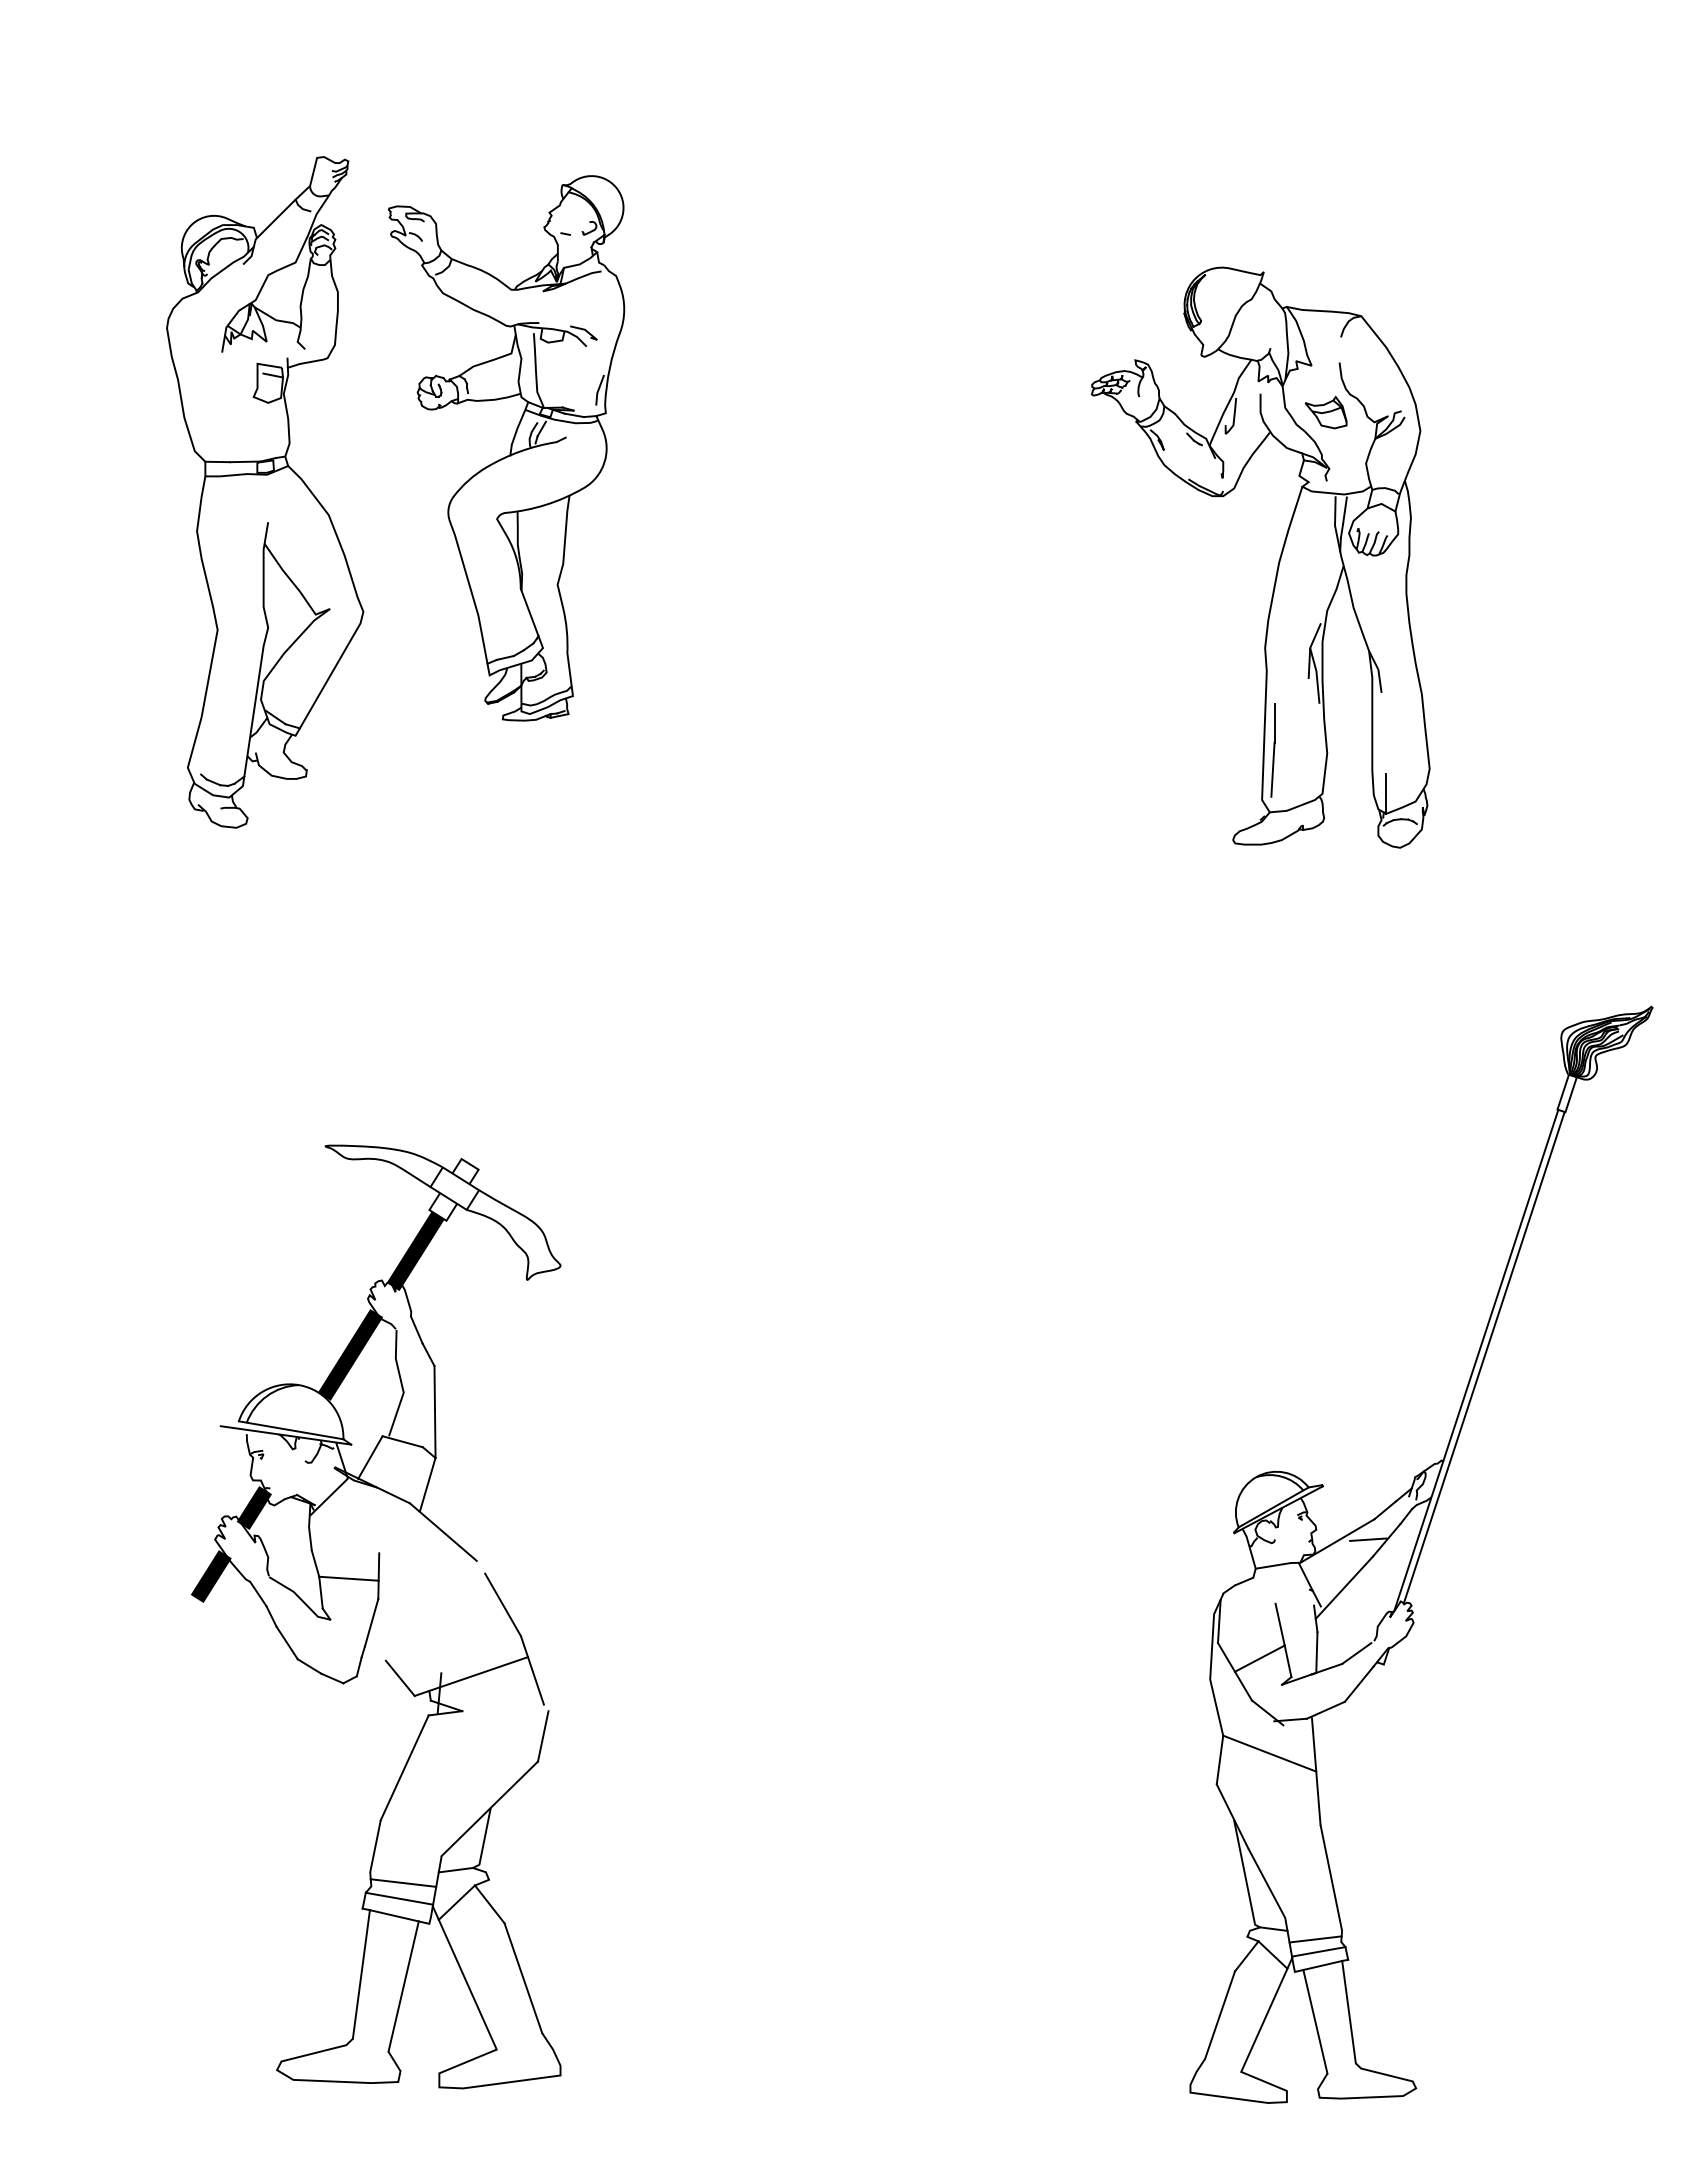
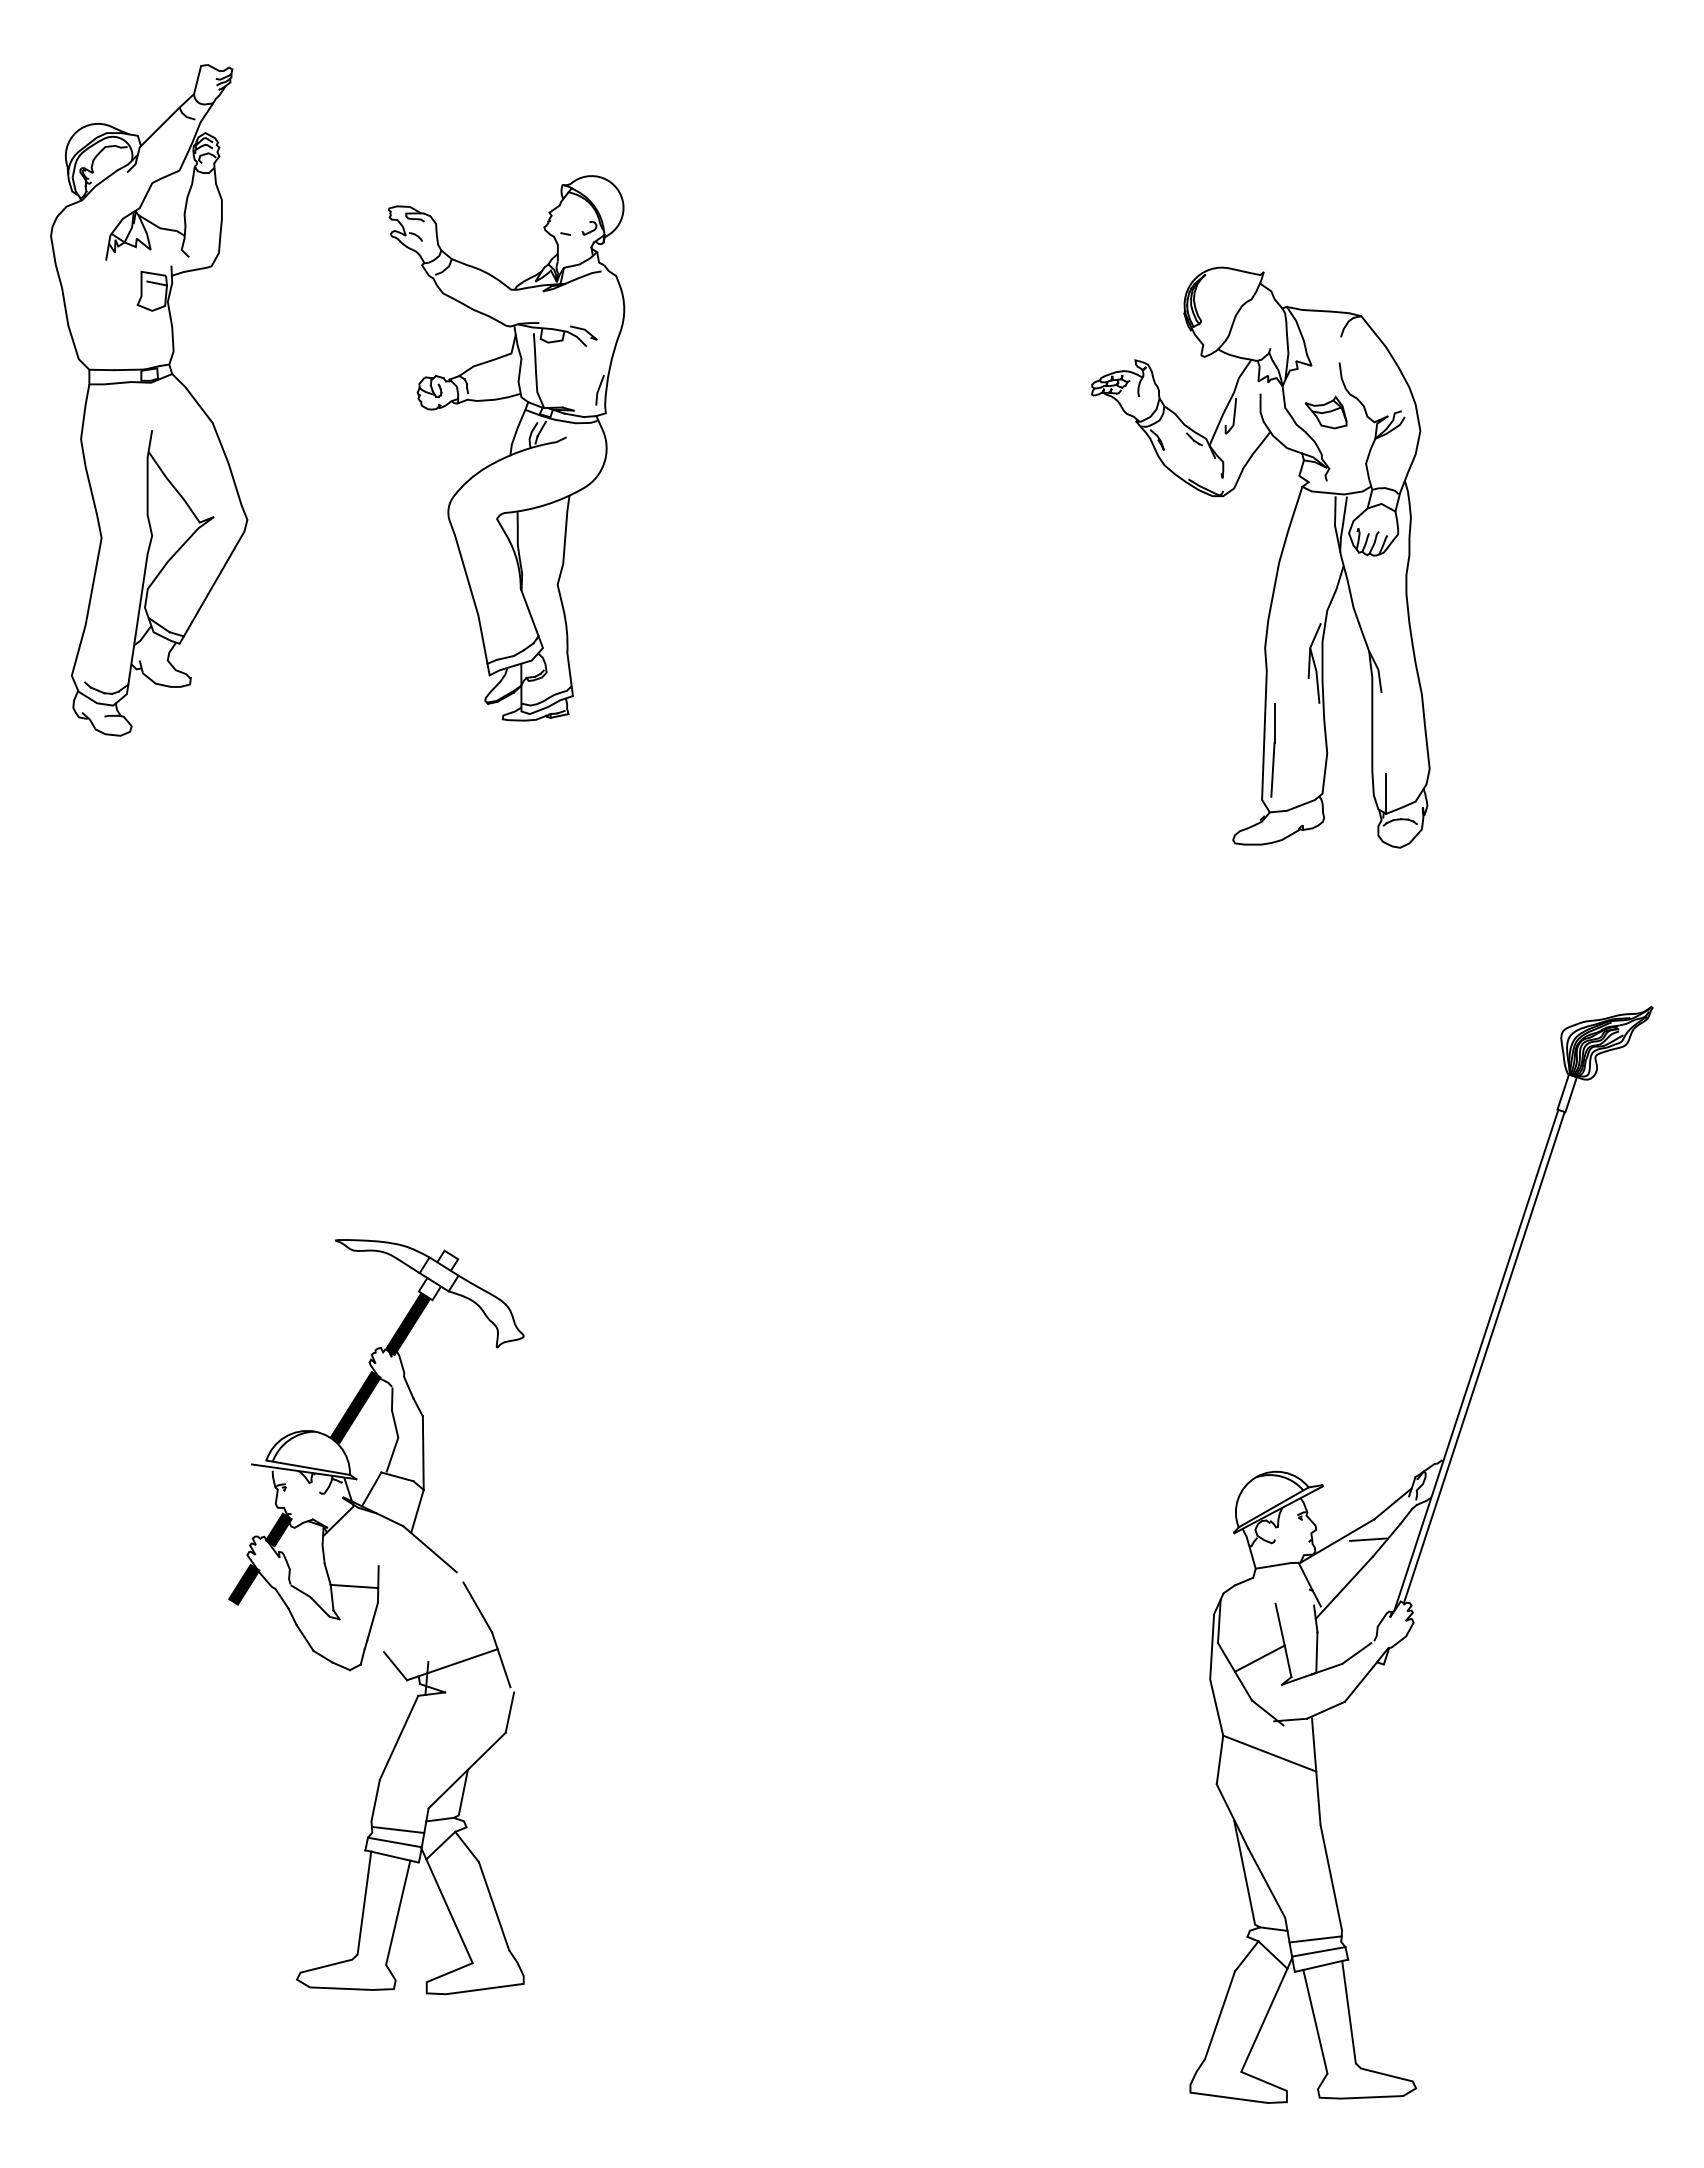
part at (265, 492) position: (265, 492) -> (149, 400)
part at (376, 1616) size: 371x946 px -> 297x757 px
